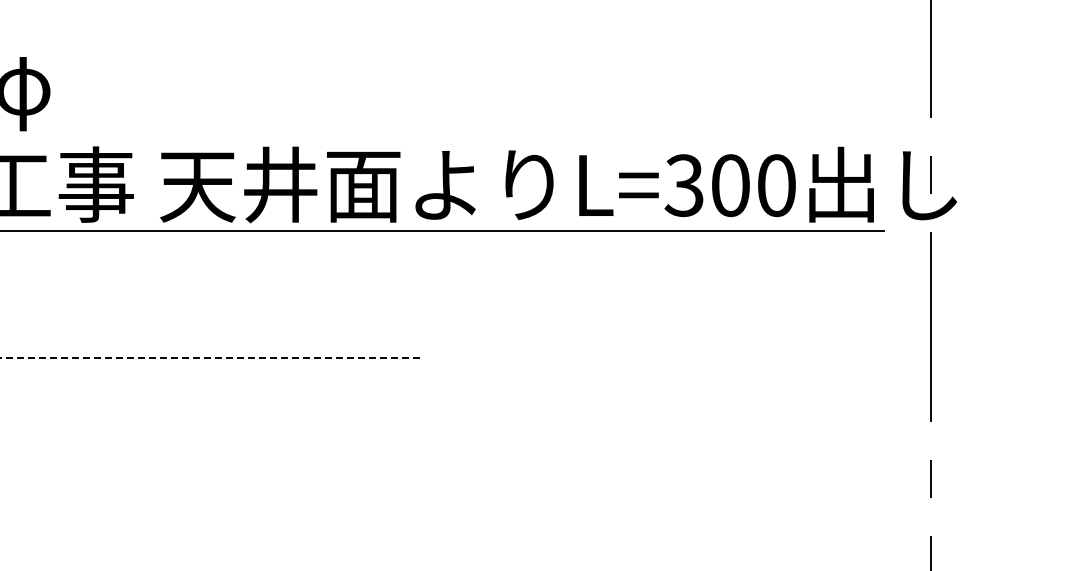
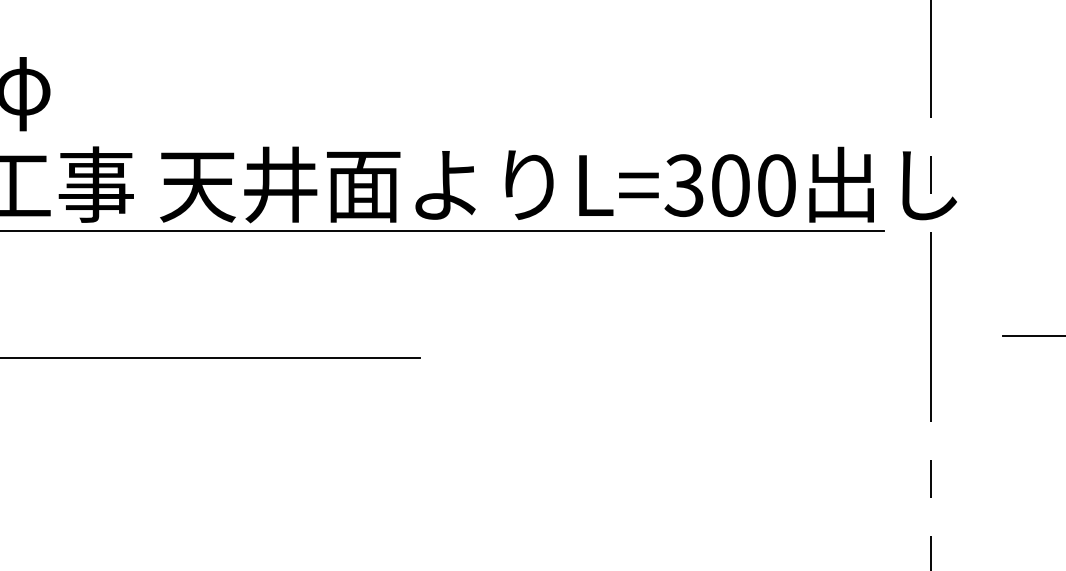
line at (1032, 336): none -> present
line at (209, 358): dashed -> solid
